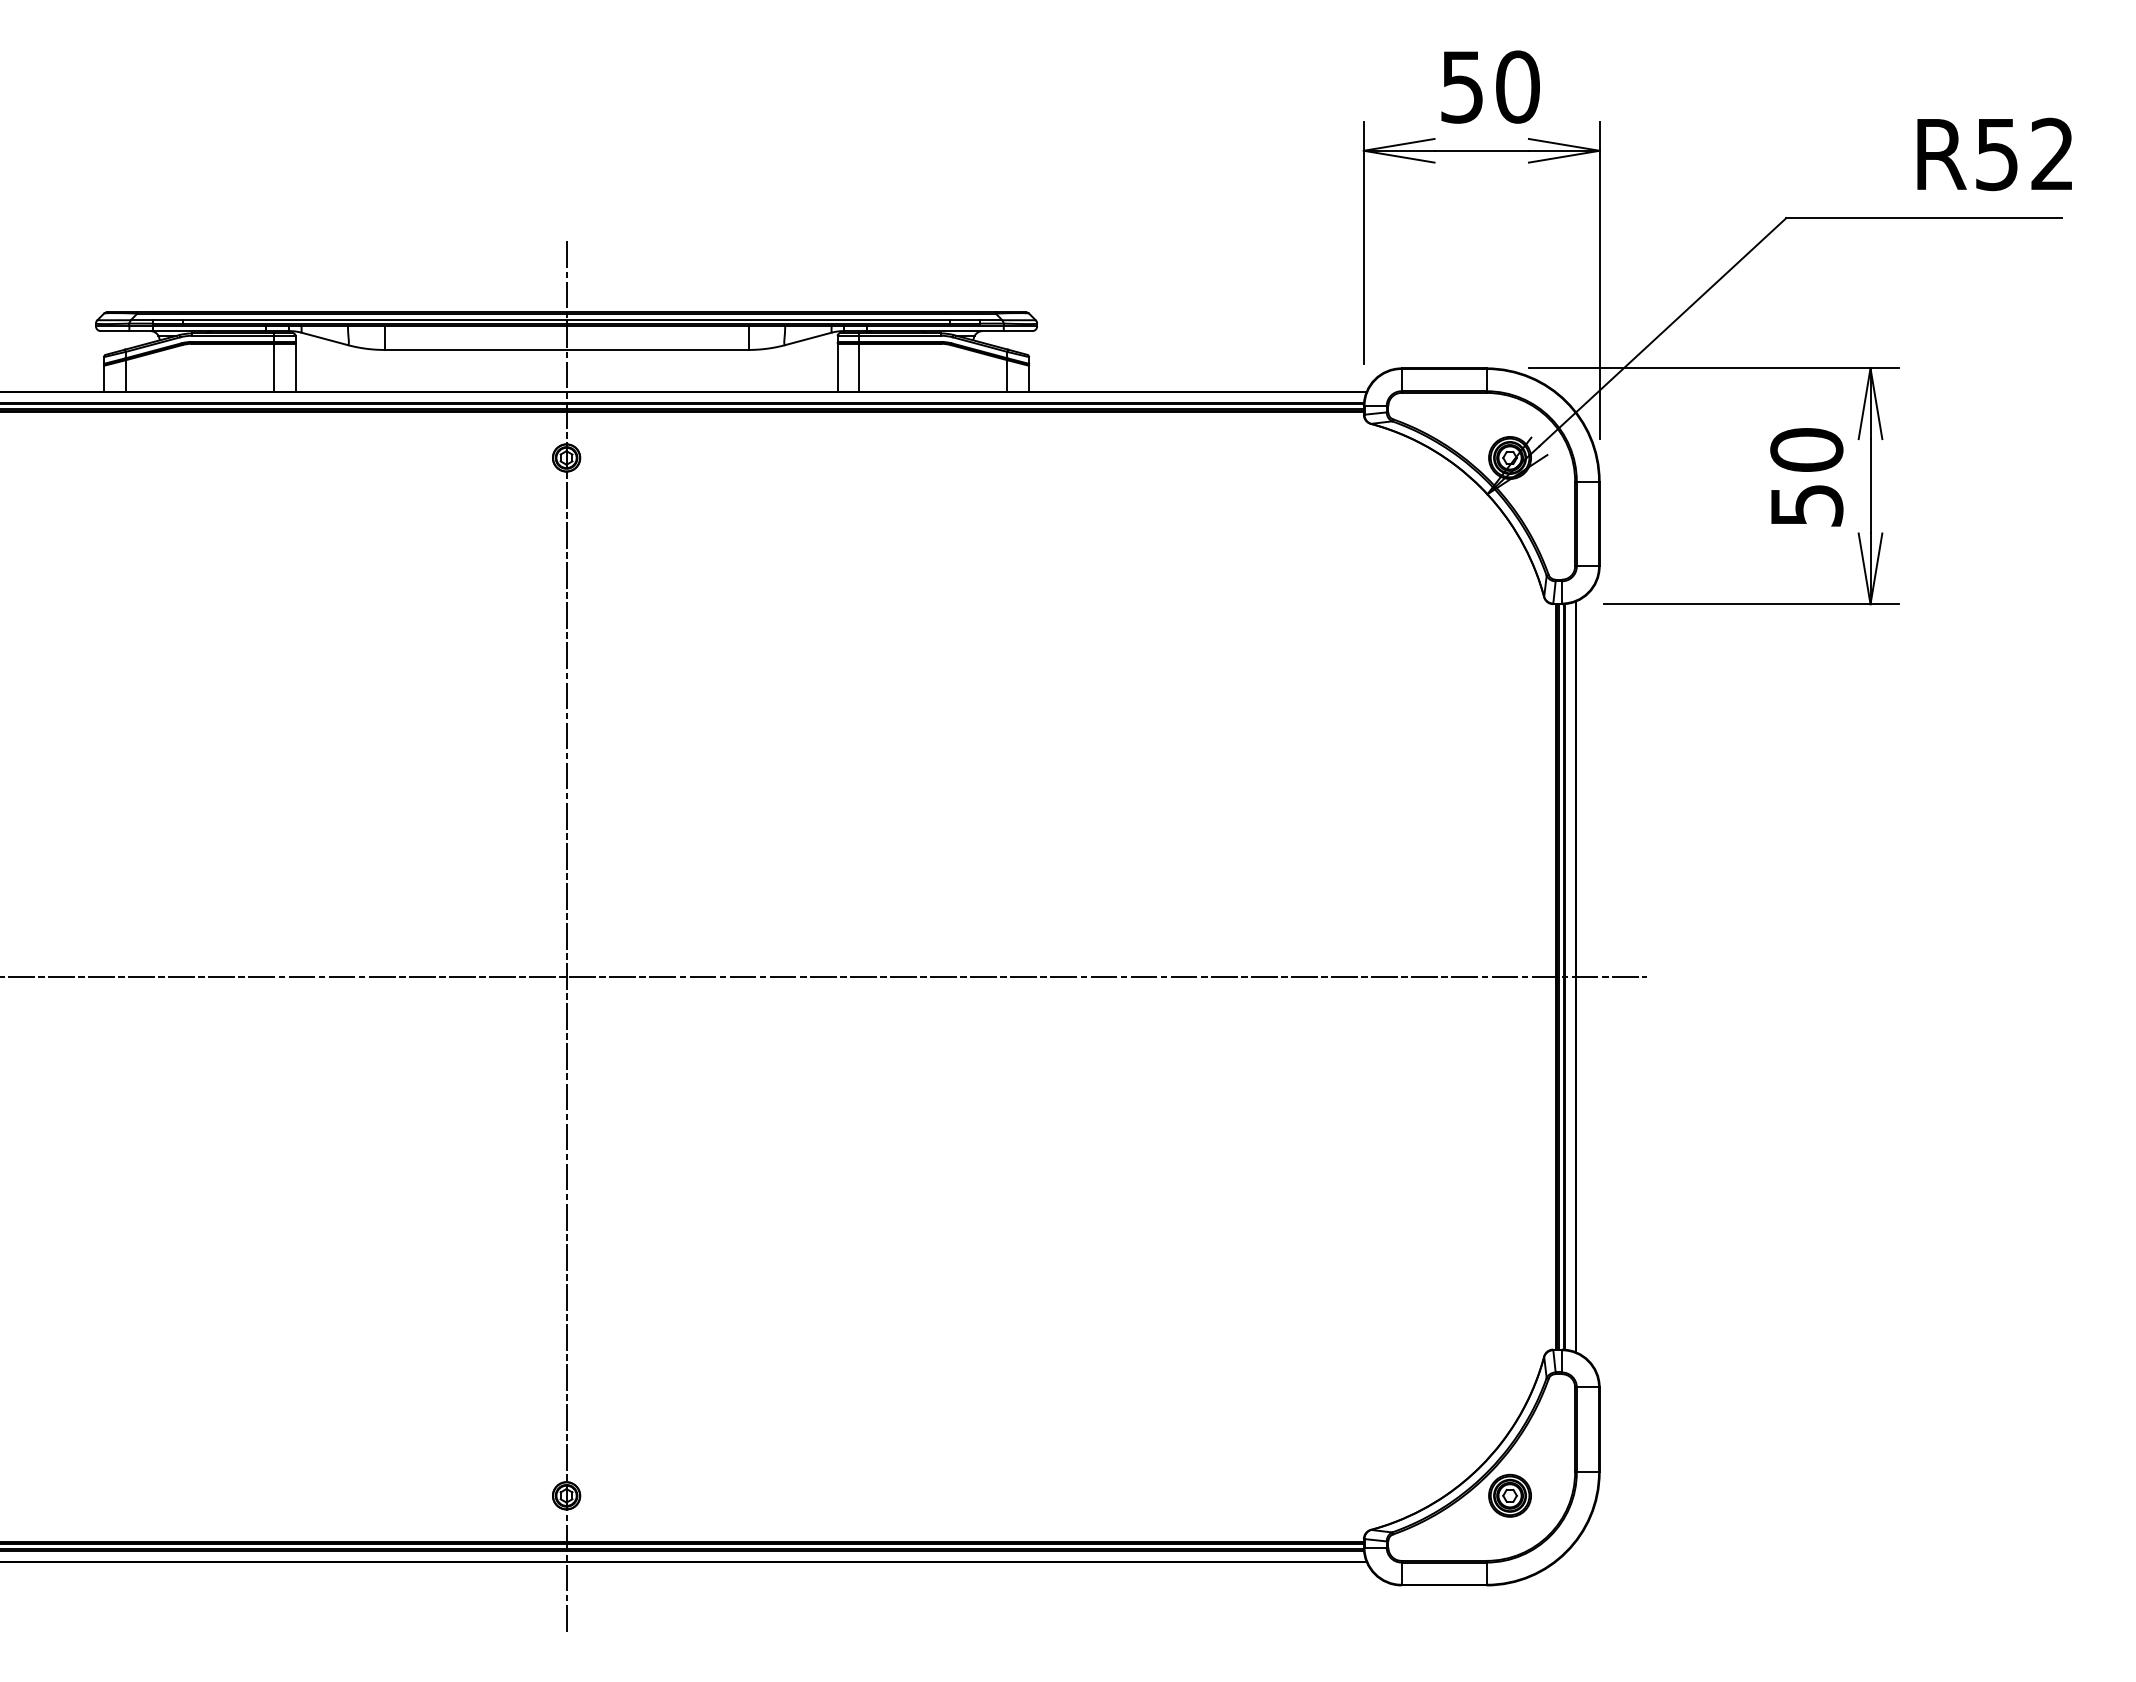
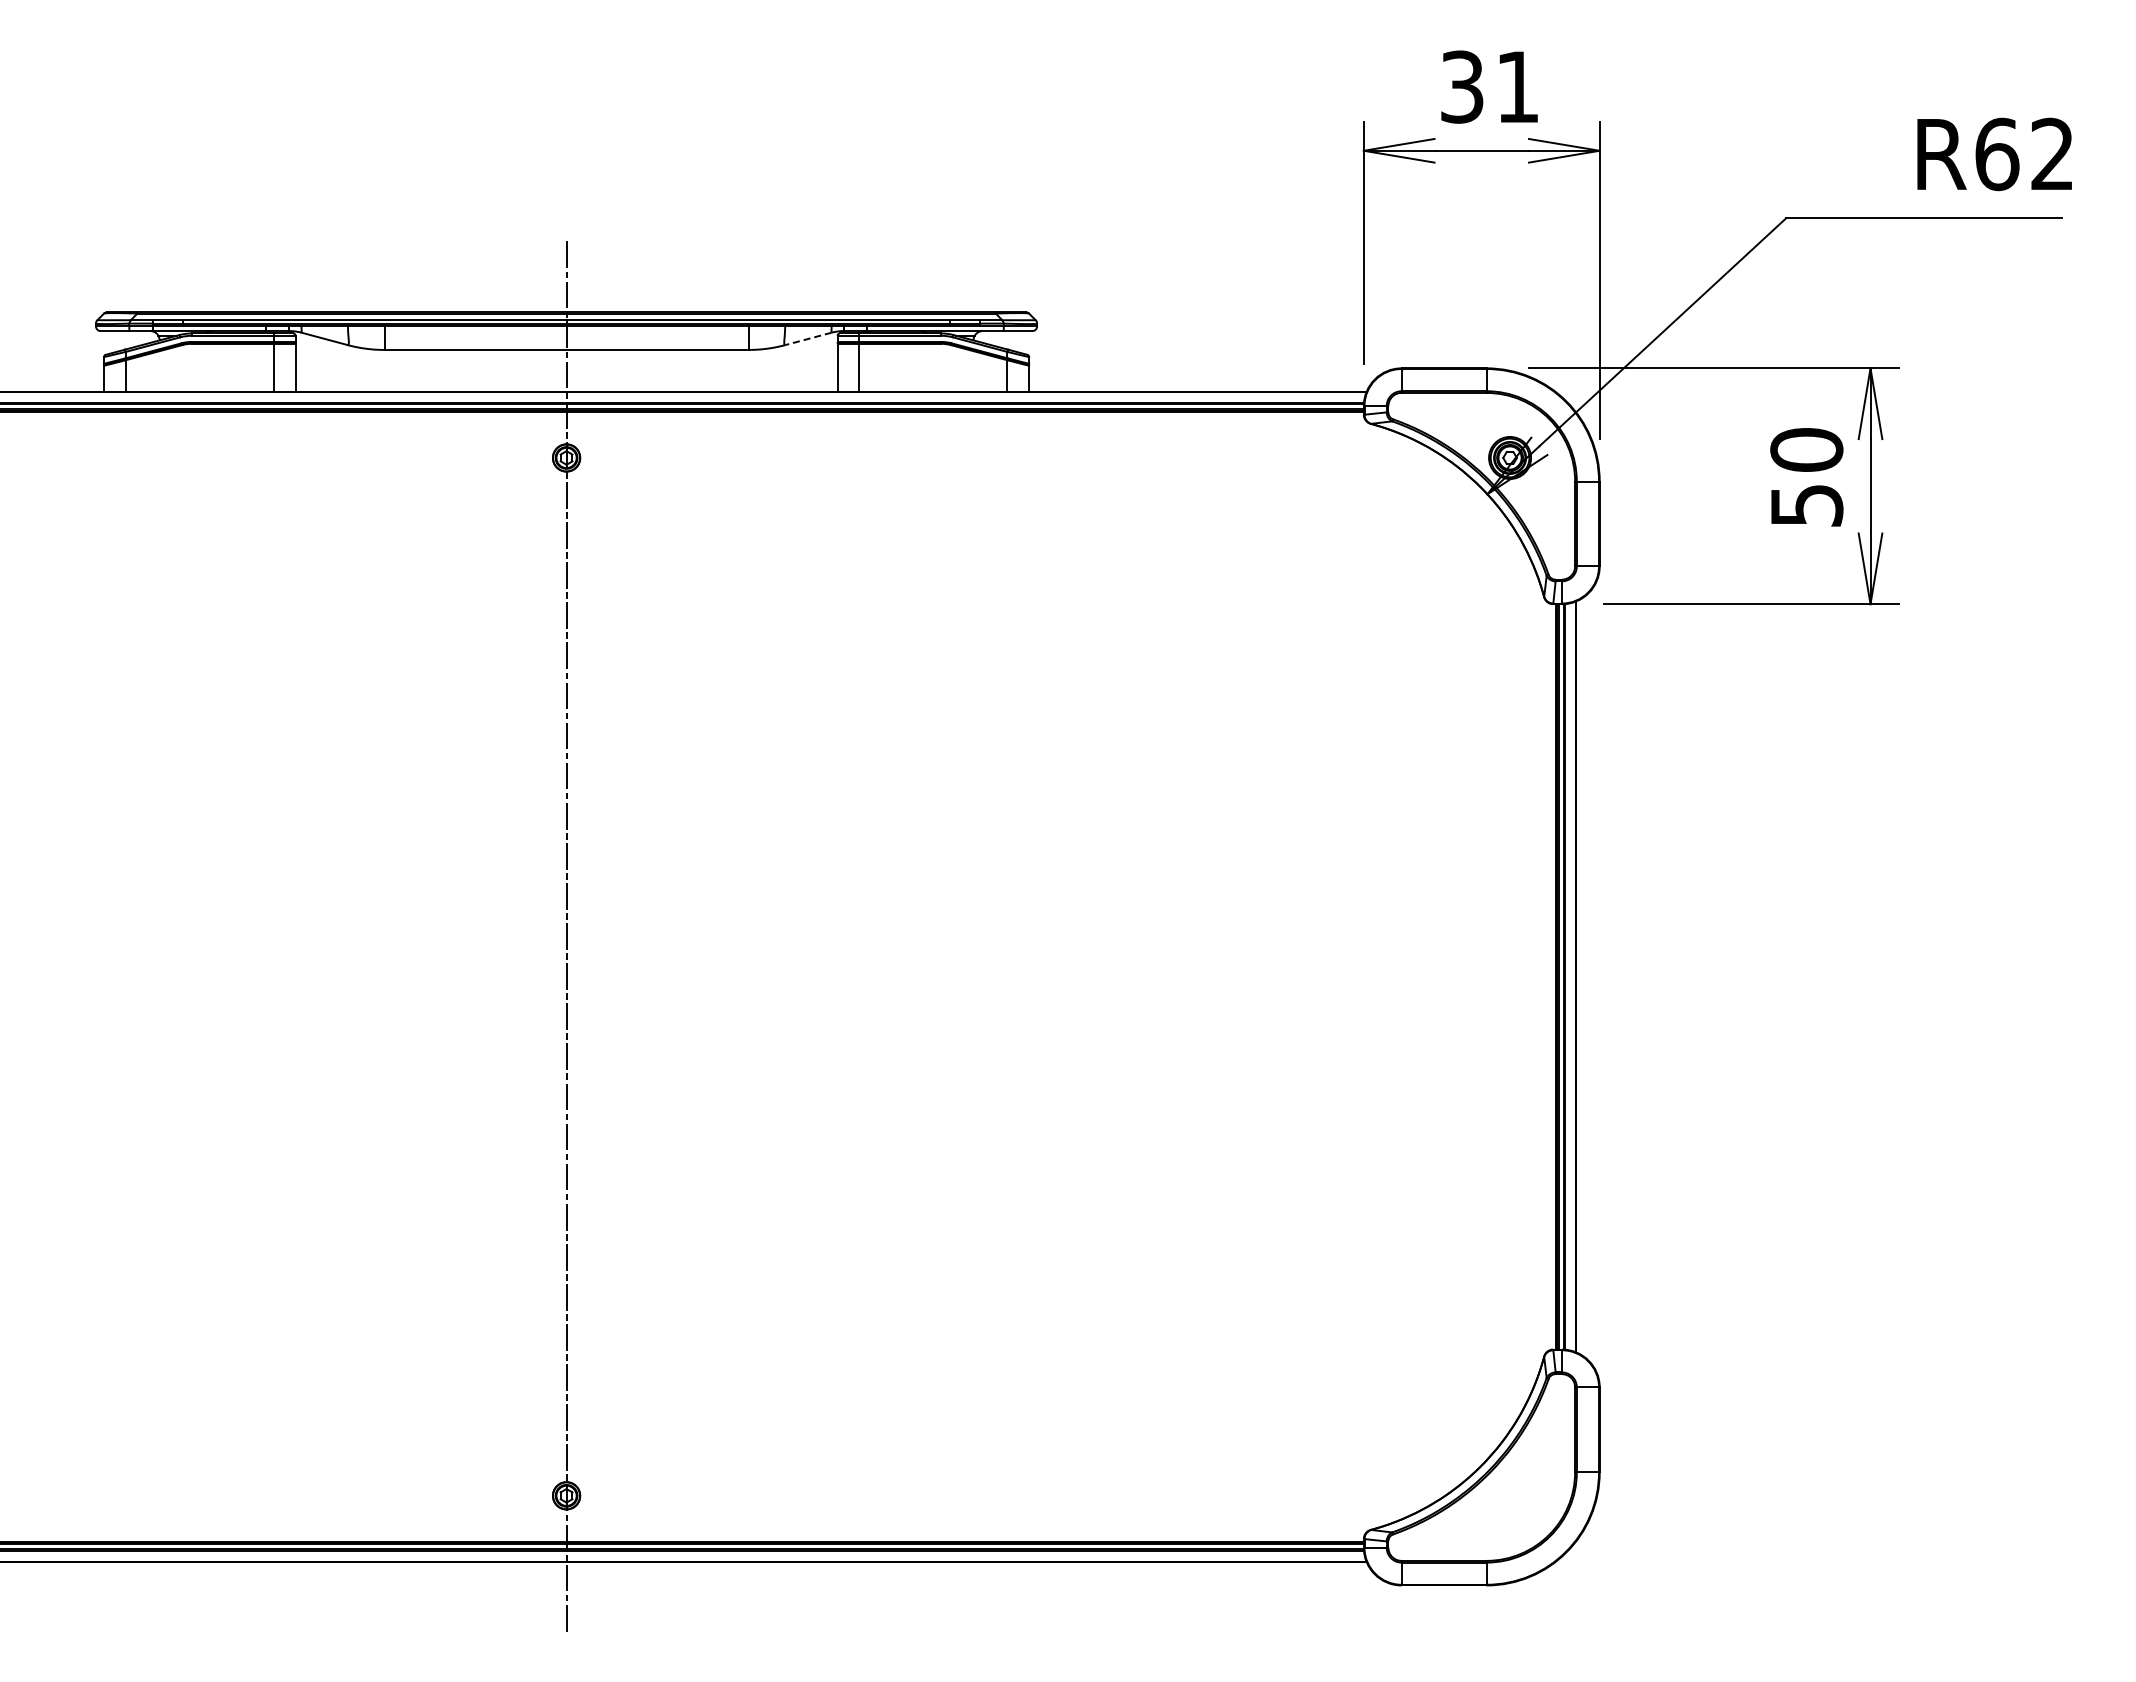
text at (1490, 86): 50 -> 31
text at (1997, 154): R52 -> R62
line at (807, 339): solid -> dashed
line at (824, 976): present -> none
part at (1509, 1495): present -> none
